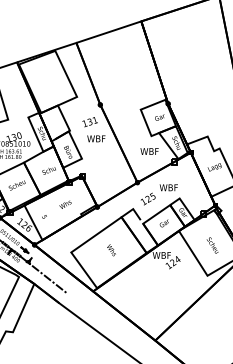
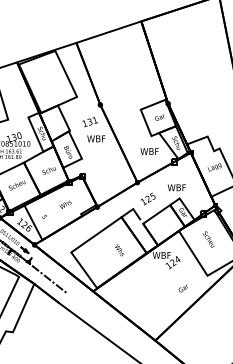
text at (168, 187) position: (168, 187) -> (176, 187)
text at (163, 223) position: (163, 223) -> (182, 288)
text at (212, 245) position: (212, 245) -> (208, 239)
text at (111, 250) position: (111, 250) -> (119, 250)
